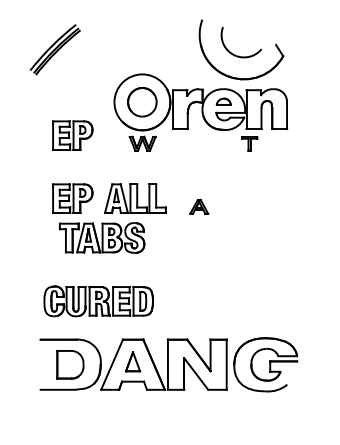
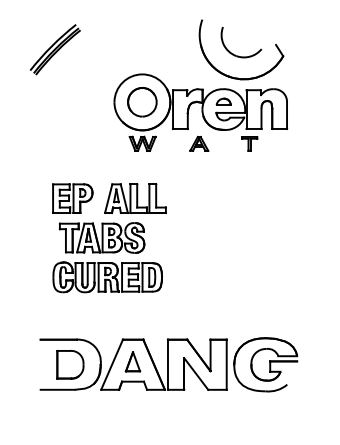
part at (72, 135): present -> none
part at (199, 206) position: (199, 206) -> (199, 143)
part at (98, 301) position: (98, 301) -> (107, 277)
